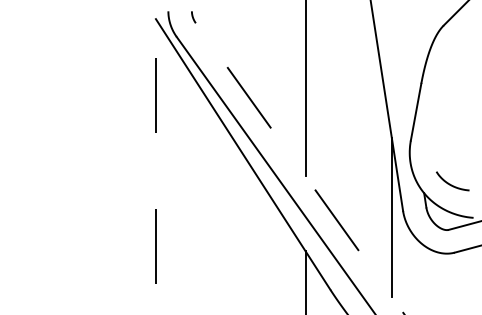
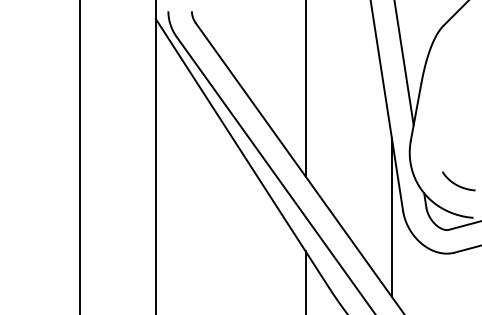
line at (403, 63): none -> present
line at (80, 156): none -> present
line at (155, 157): dashed -> solid
line at (300, 168): dashed -> solid
curve at (450, 183) position: (450, 183) -> (456, 183)
